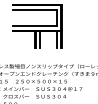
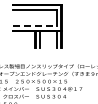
line at (34, 26): solid -> dashed
